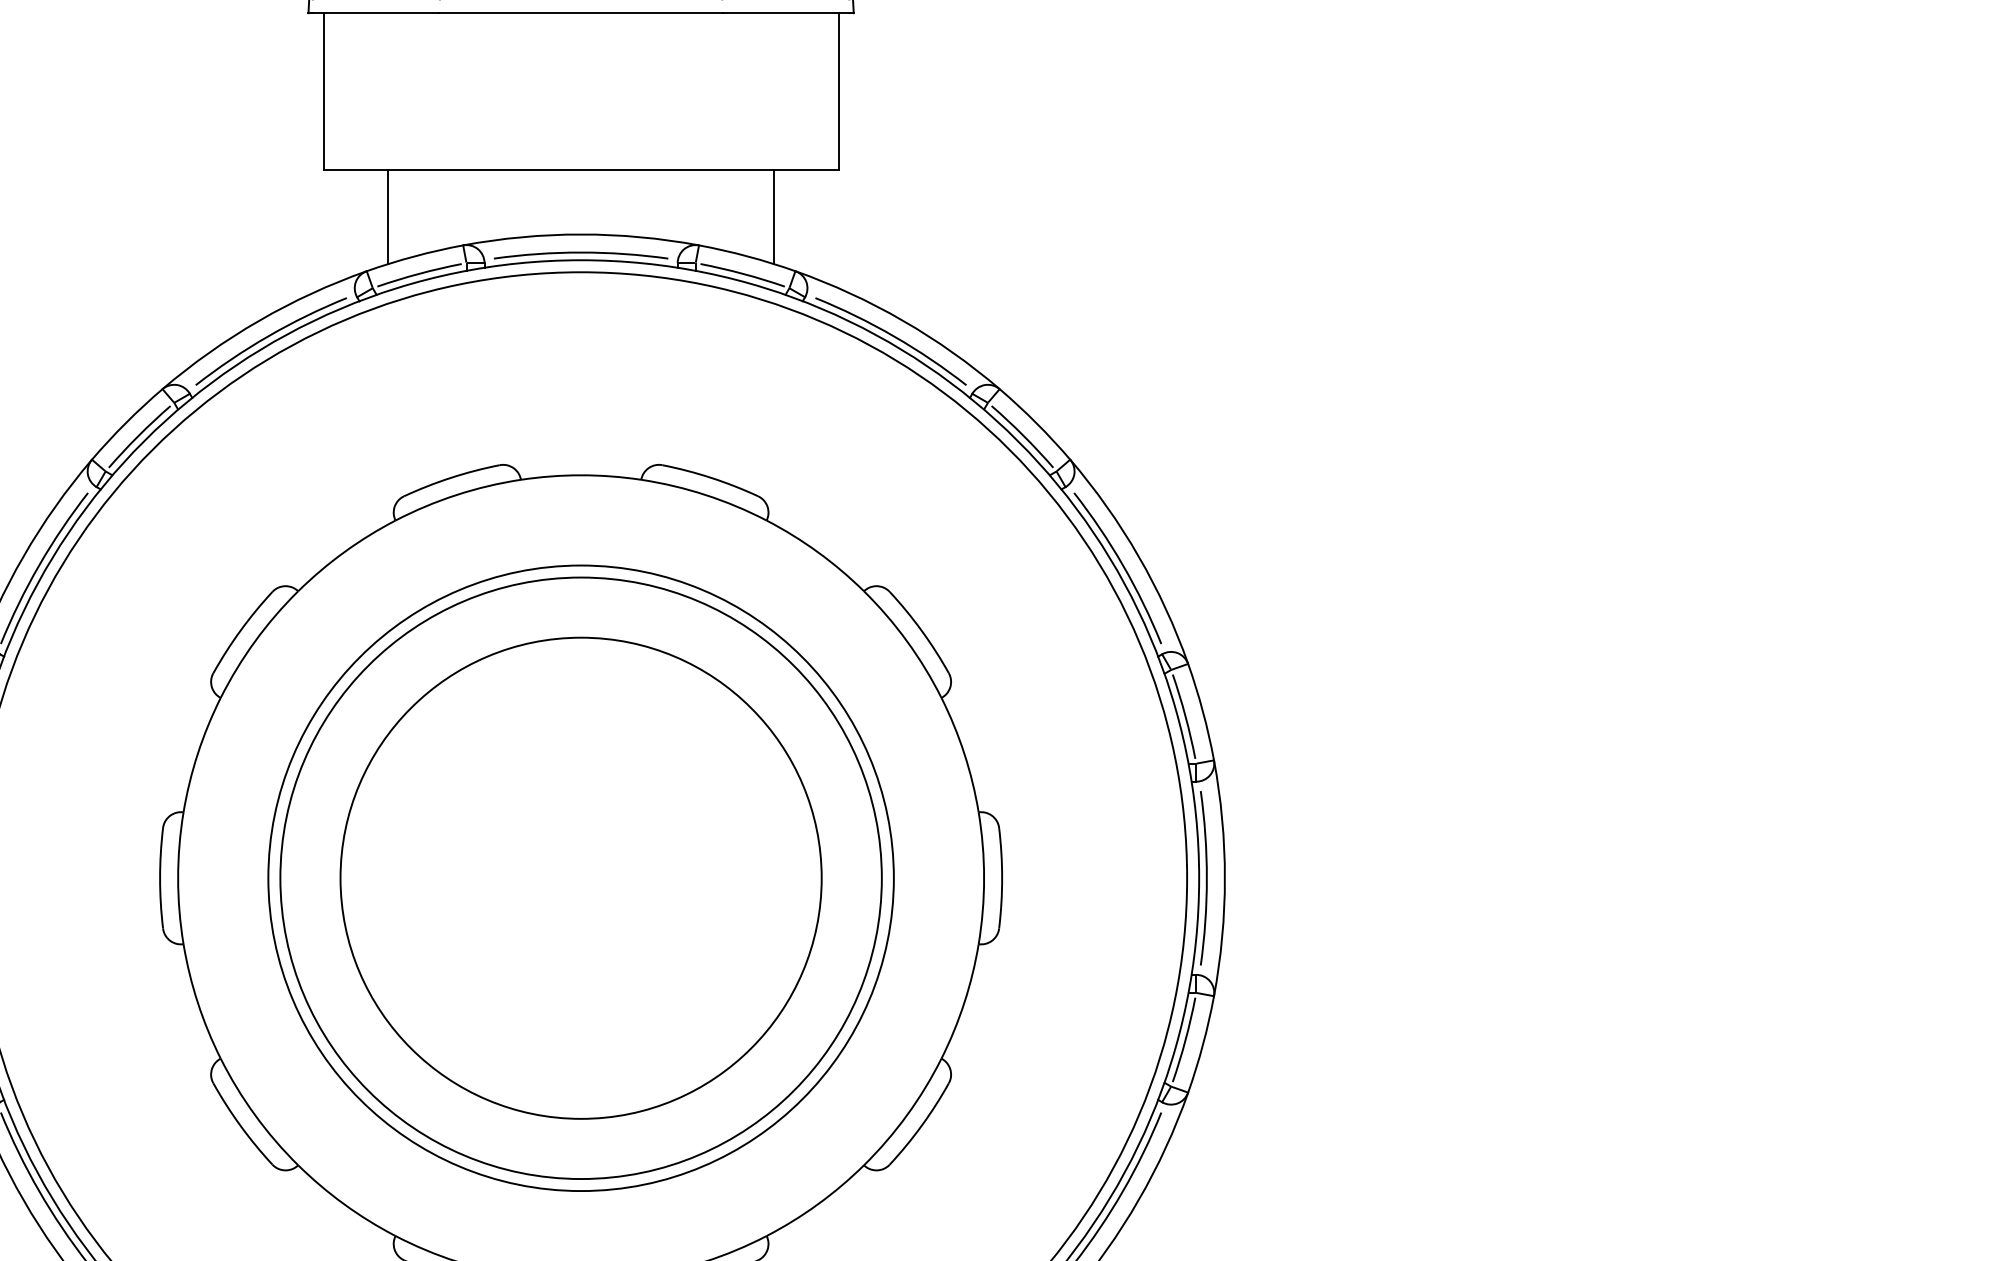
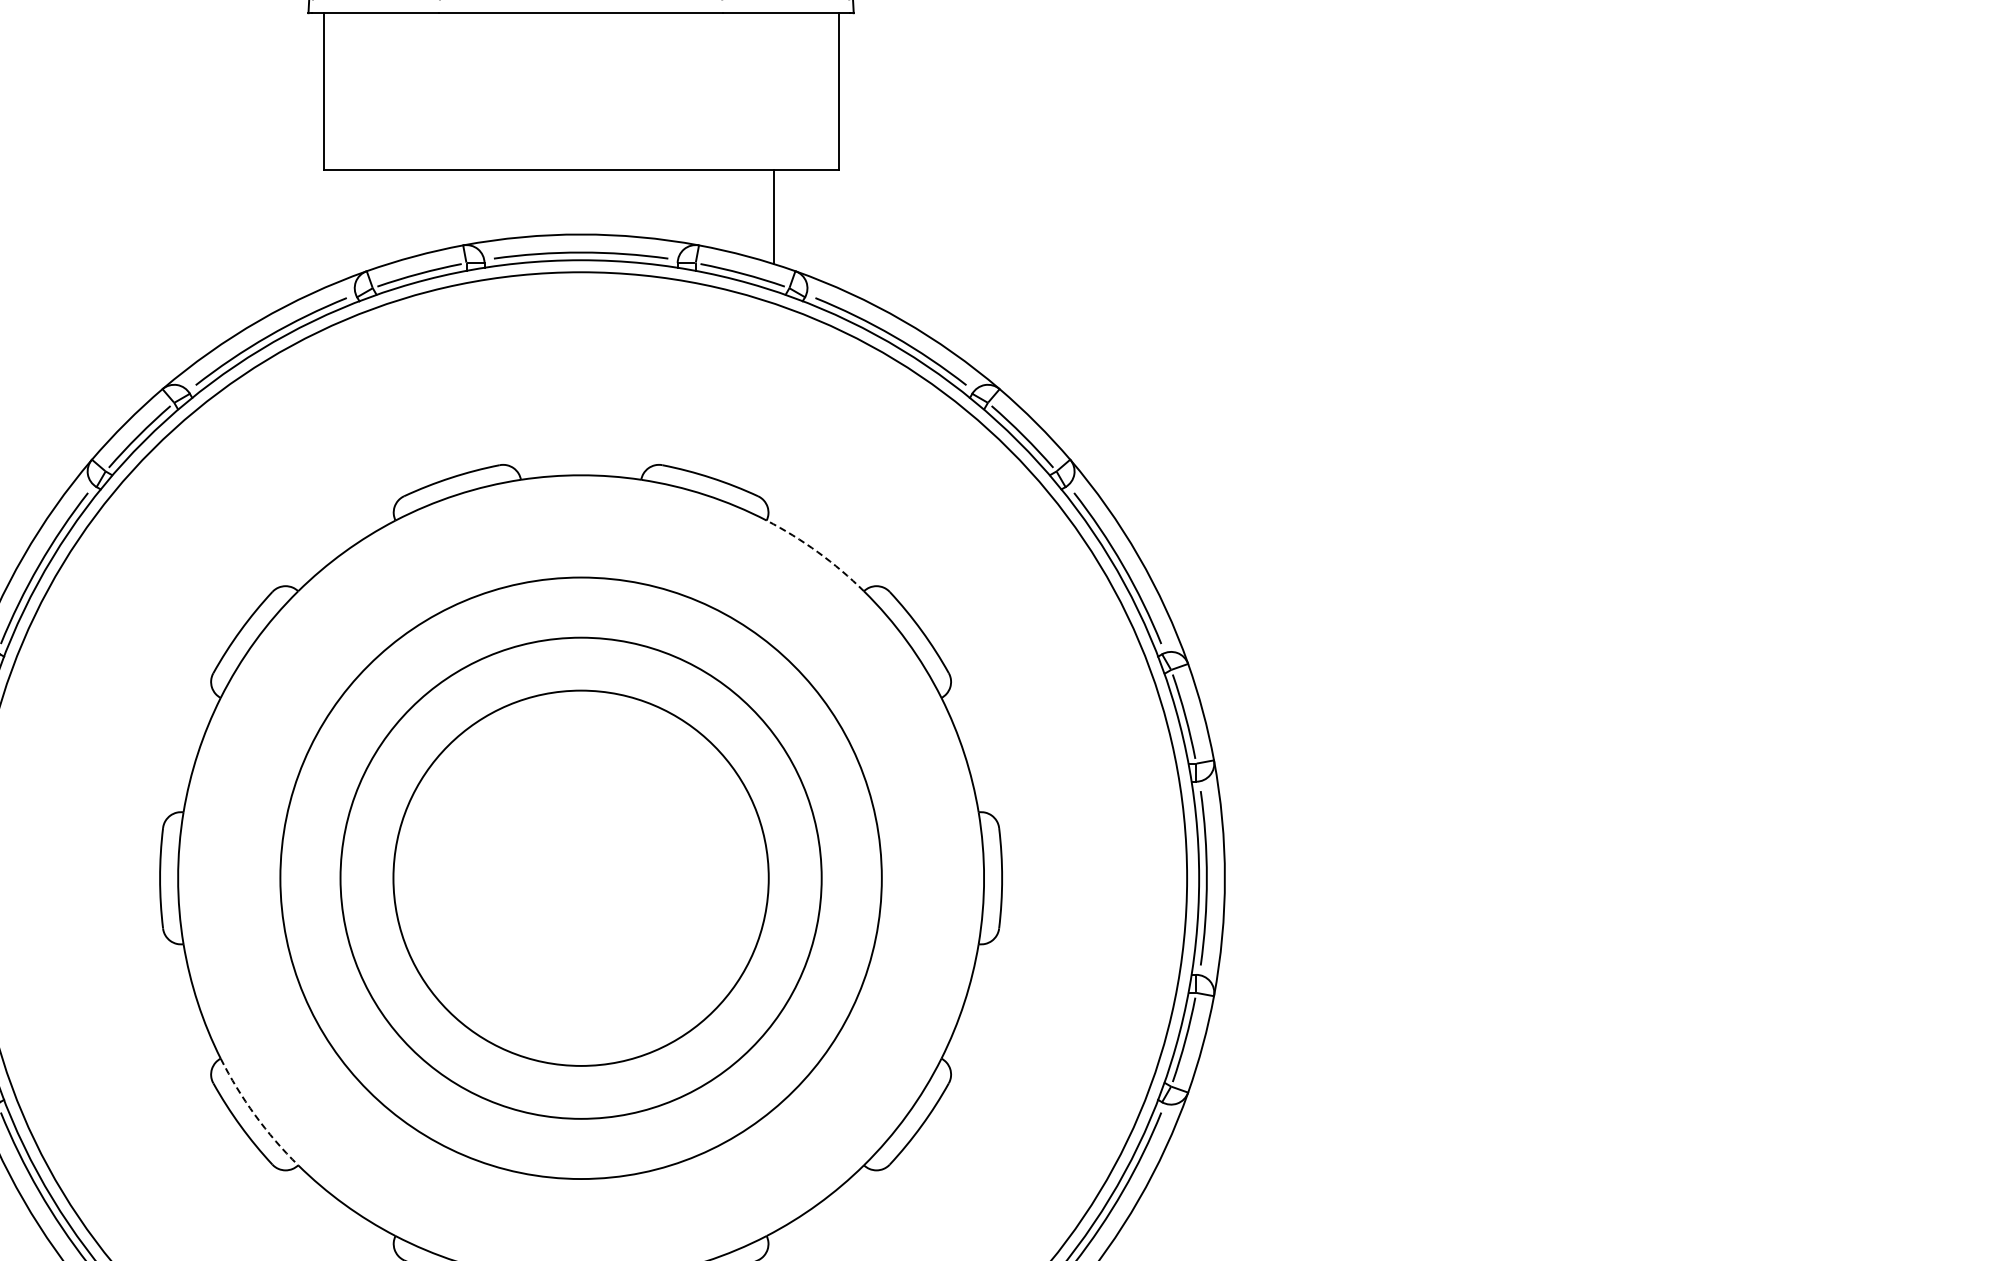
line at (387, 217): present -> none
arc at (817, 552): solid -> dashed
circle at (580, 878) diameter: 626 px -> 375 px
arc at (255, 1115): solid -> dashed
